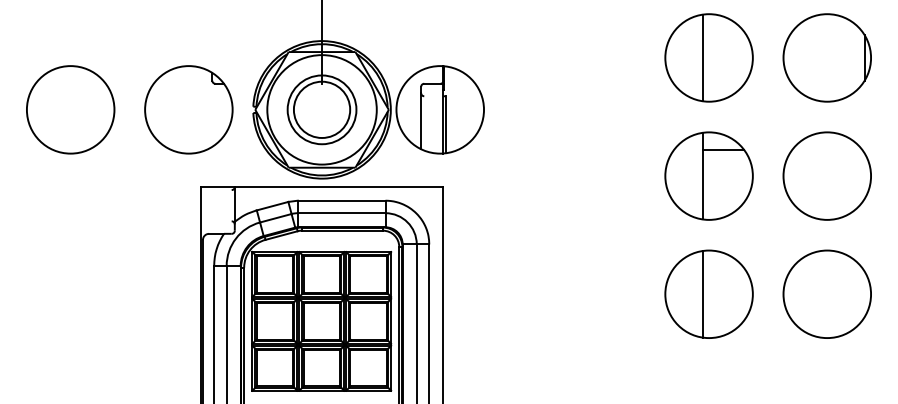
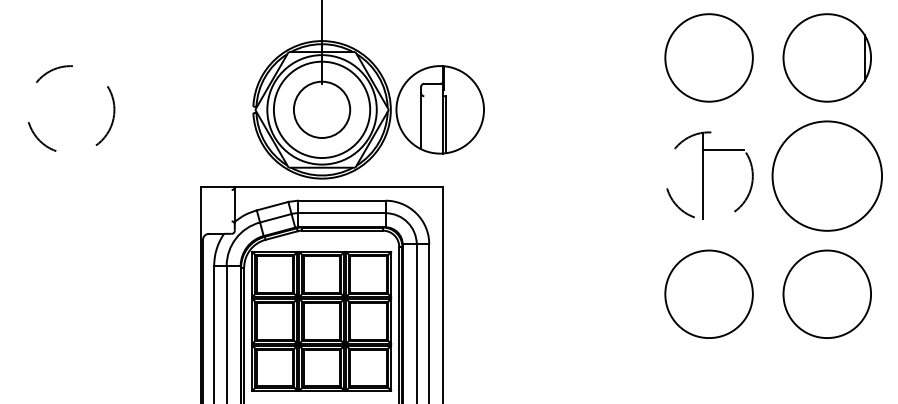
line at (702, 57): present -> none
circle at (70, 109): solid -> dashed
part at (188, 109): present -> none
circle at (321, 109) diameter: 69 px -> 96 px
circle at (708, 175): solid -> dashed
circle at (827, 175) diameter: 88 px -> 109 px
line at (702, 294): present -> none
